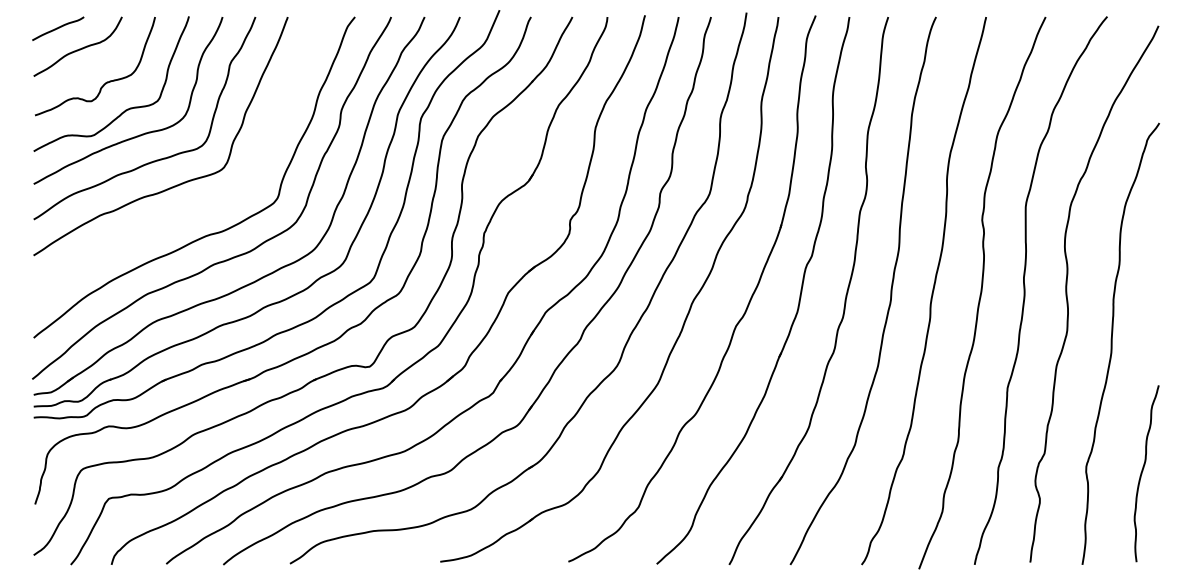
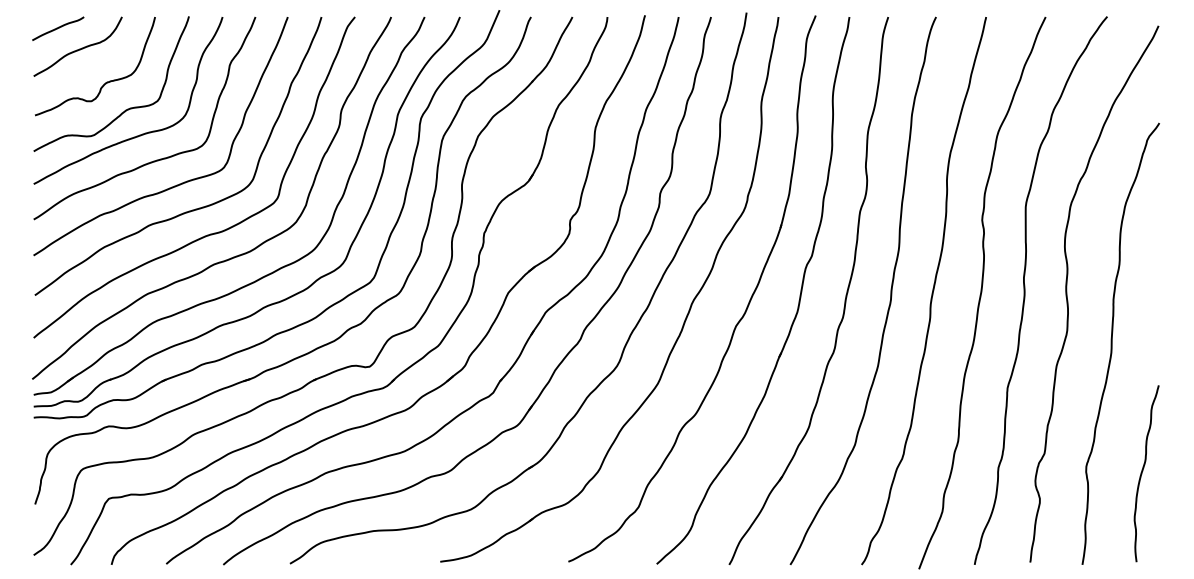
curve at (195, 208): none -> present
